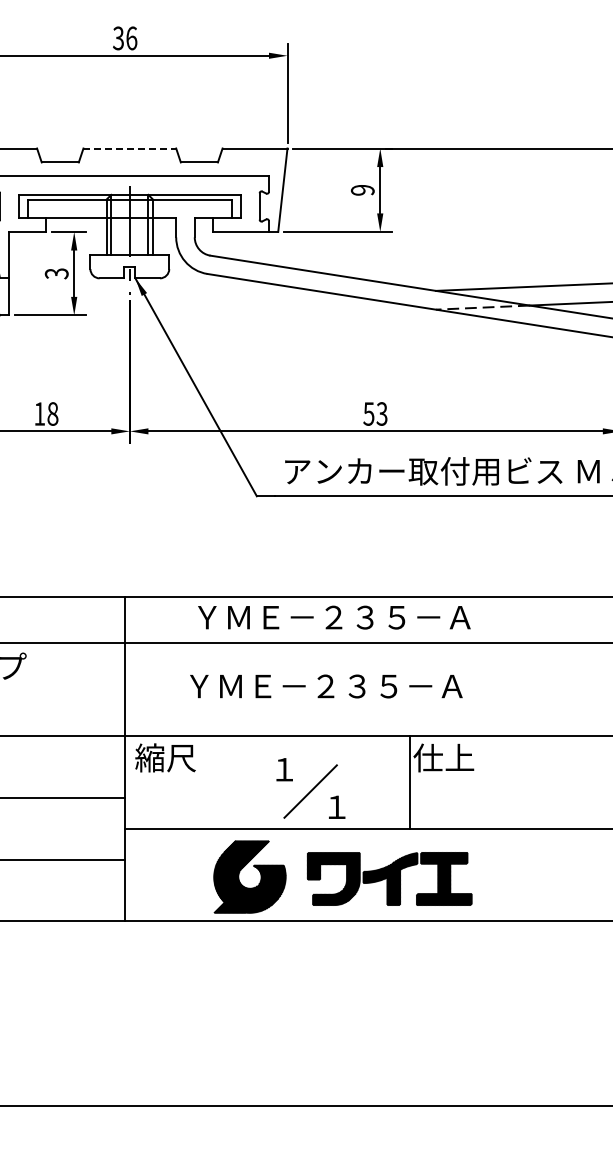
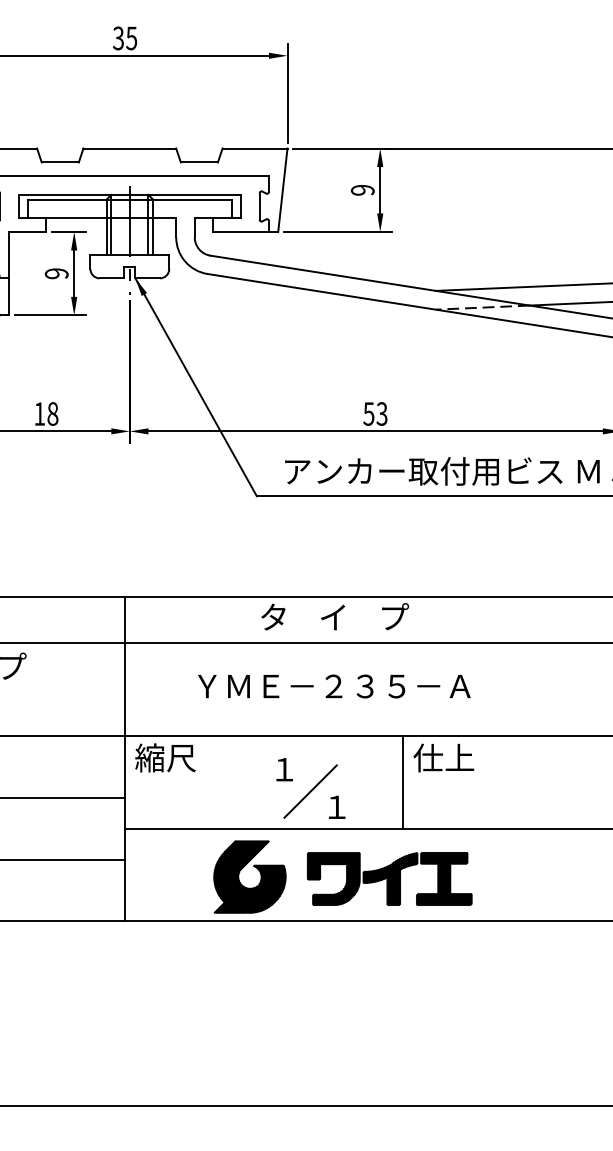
text at (131, 38): 36 -> 35
line at (130, 148): dashed -> solid
text at (56, 273): 3 -> 9
text at (334, 616): ＹＭＥ－２３５－Ａ -> タ    イ    プ
text at (326, 686) position: (326, 686) -> (334, 686)
line at (410, 781) position: (410, 781) -> (403, 781)
